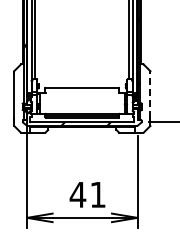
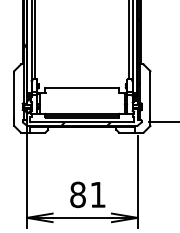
line at (150, 95): dashed -> solid
text at (77, 194): 41 -> 81
